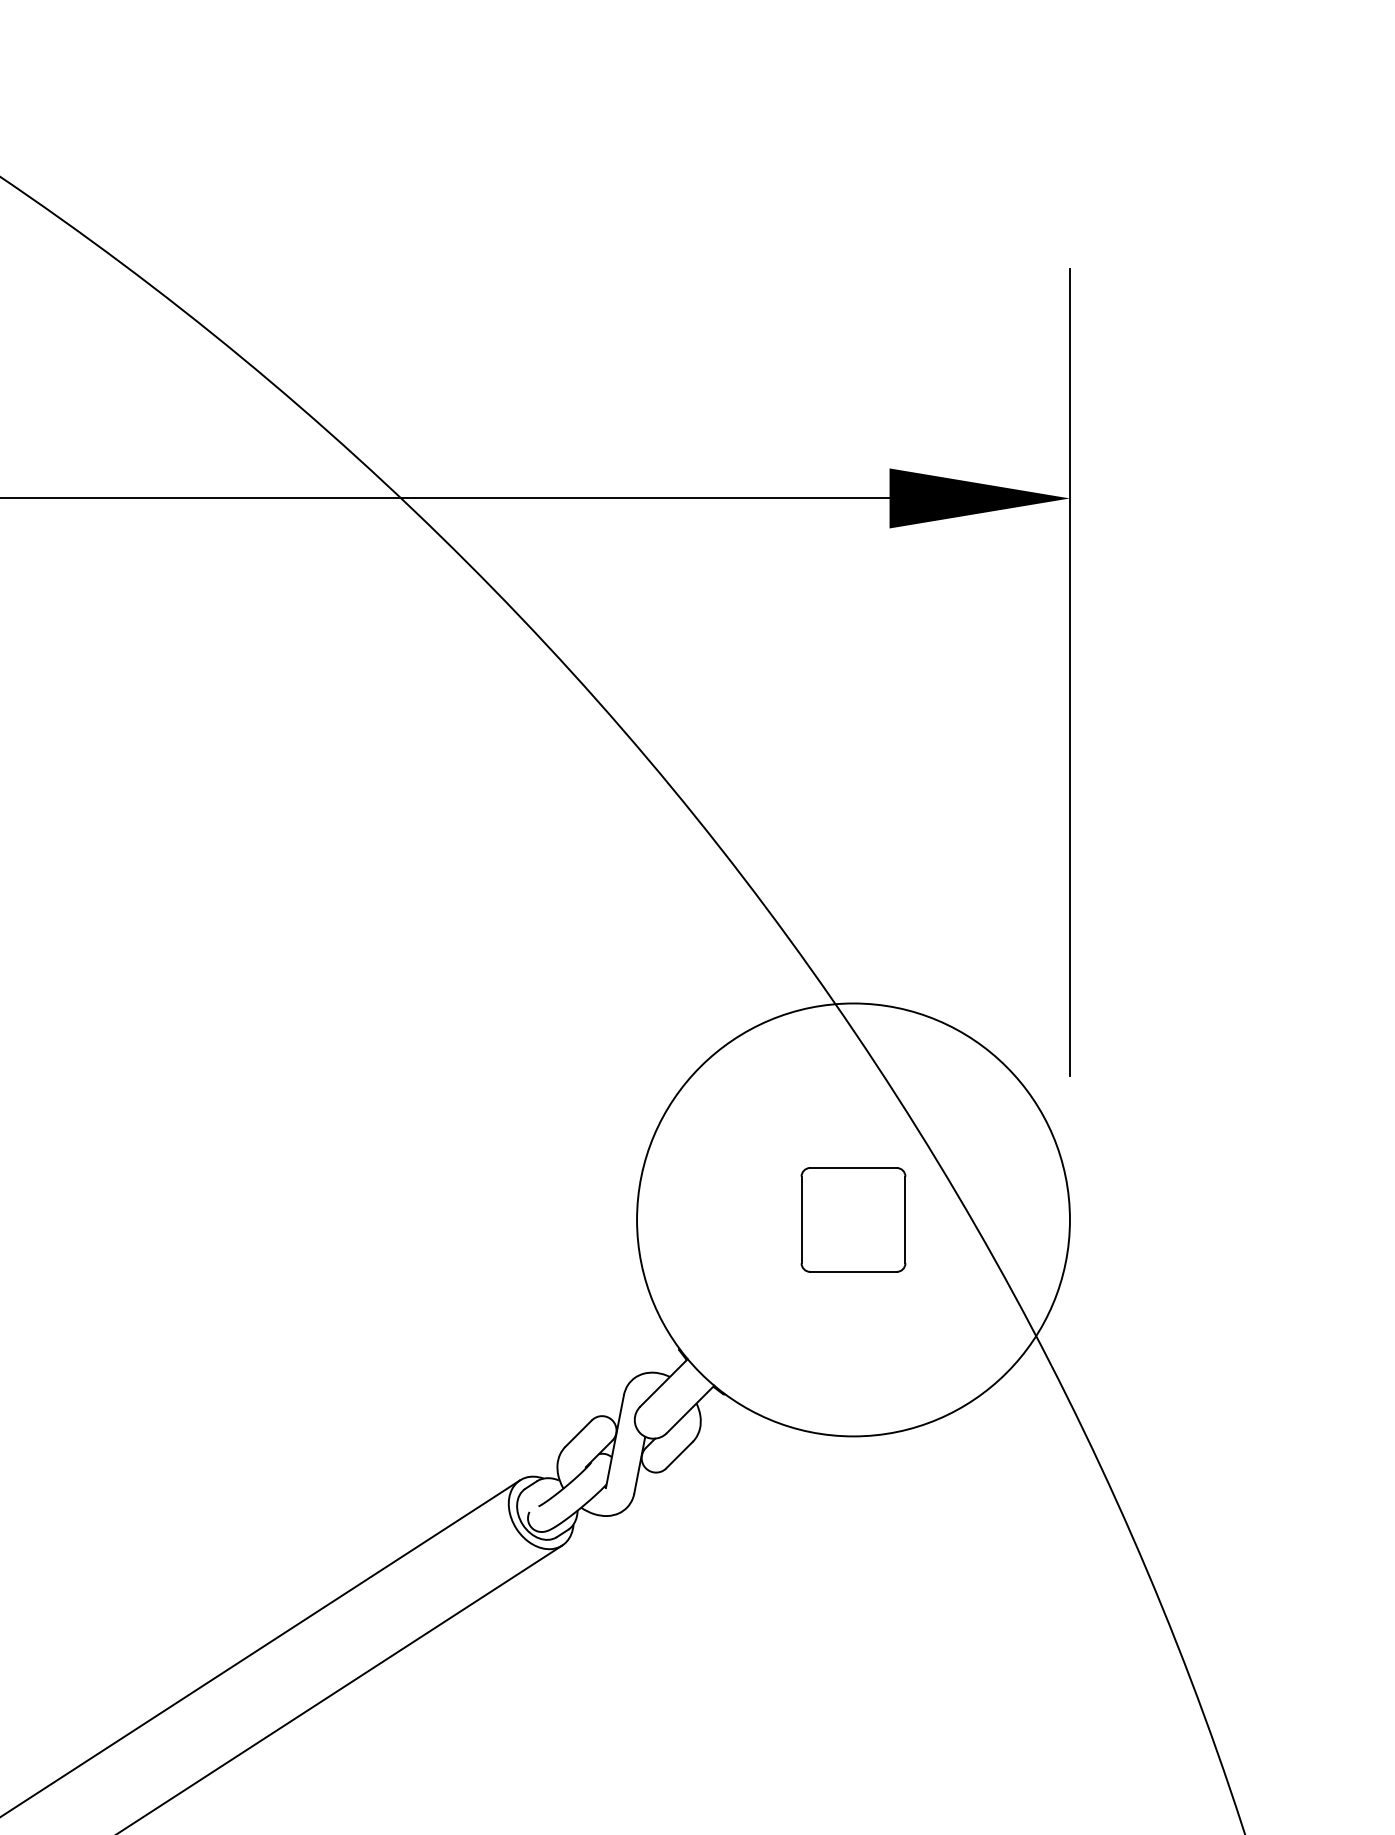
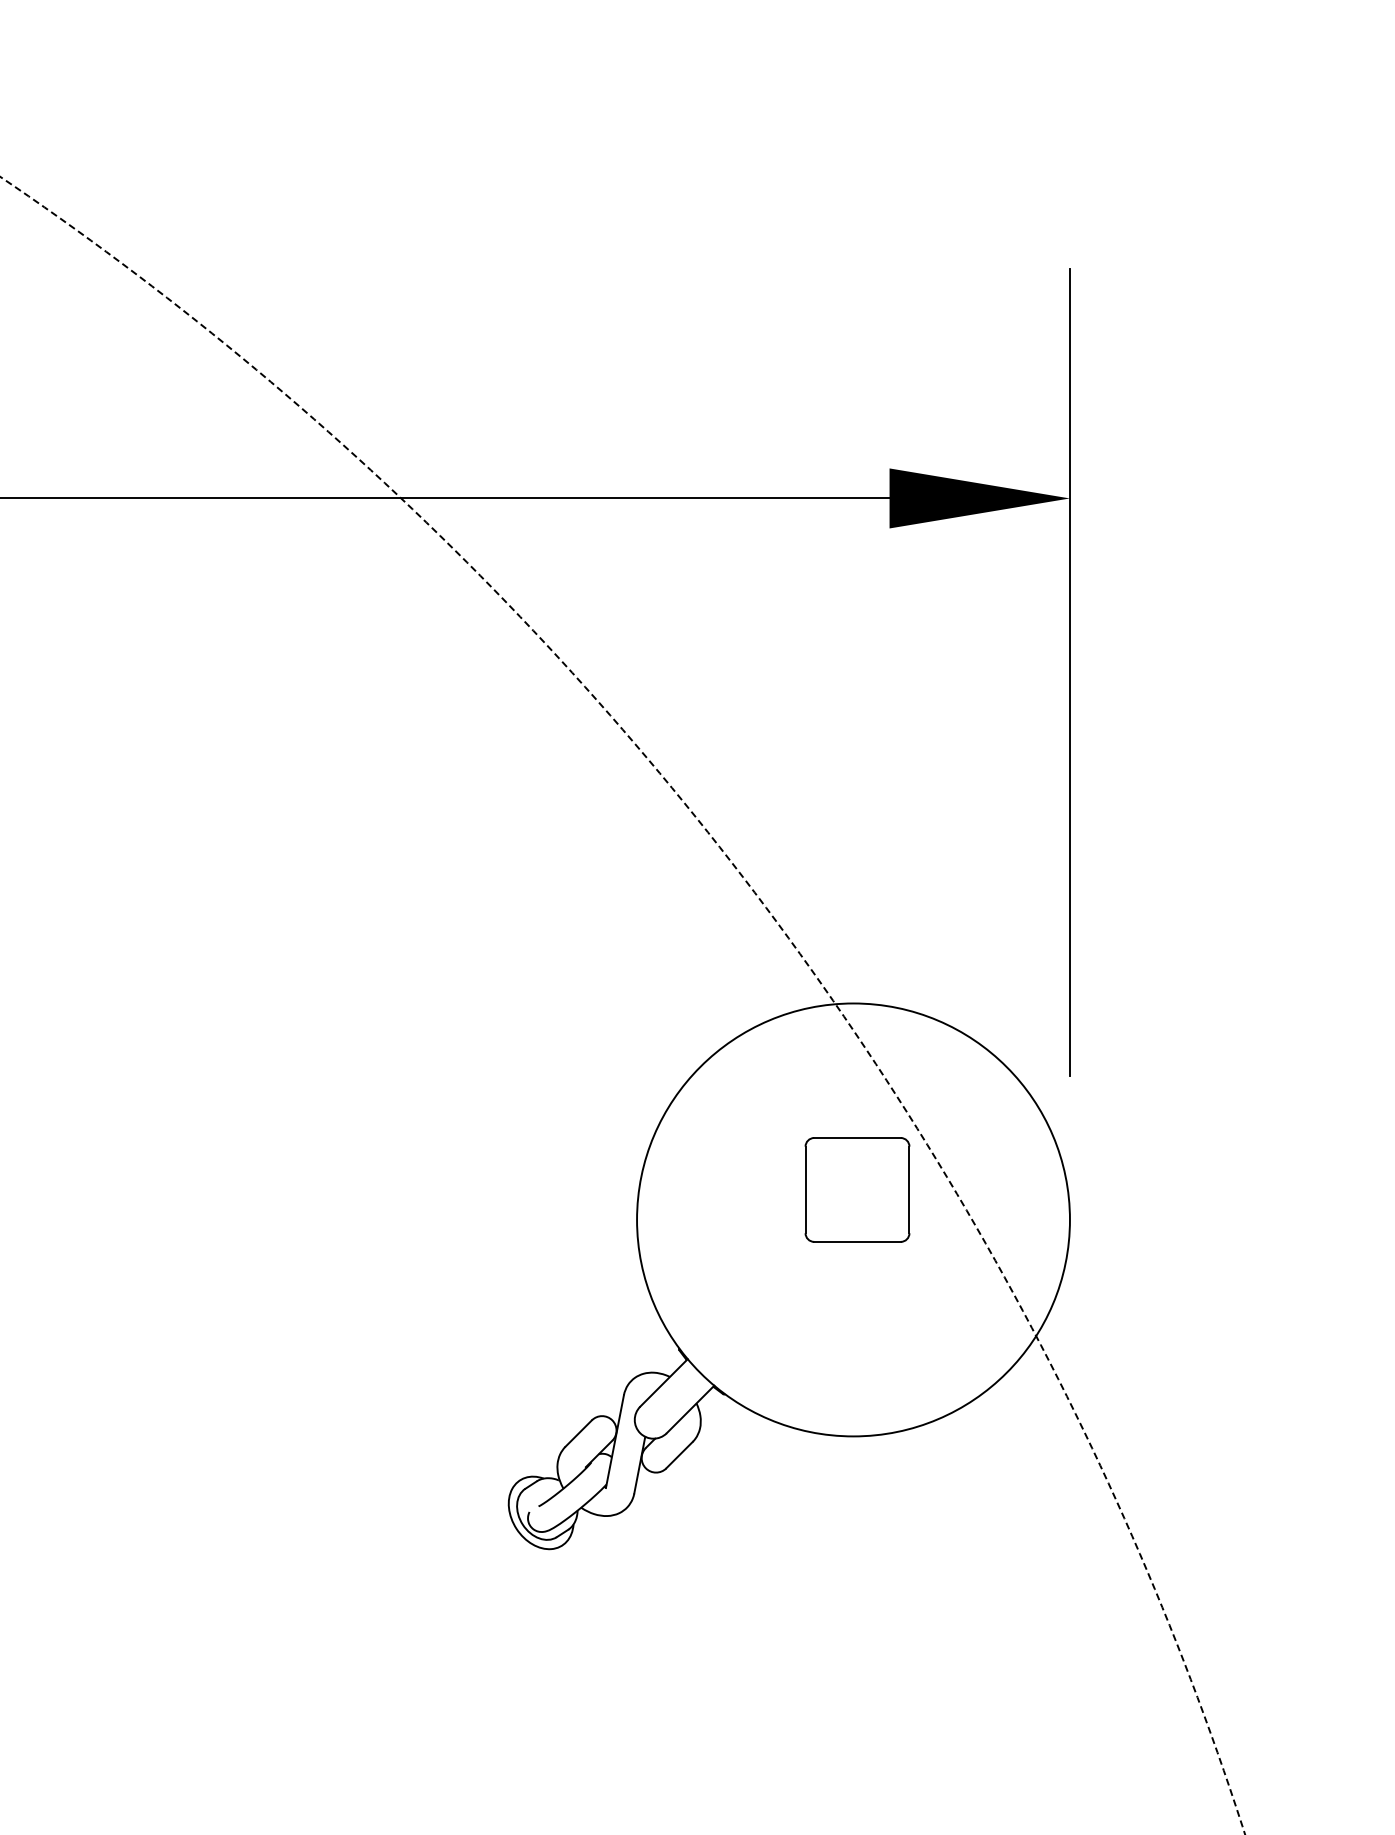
arc at (760, 900): solid -> dashed
part at (853, 1219) position: (853, 1219) -> (857, 1189)
line at (261, 1647): present -> none
line at (341, 1688): present -> none
